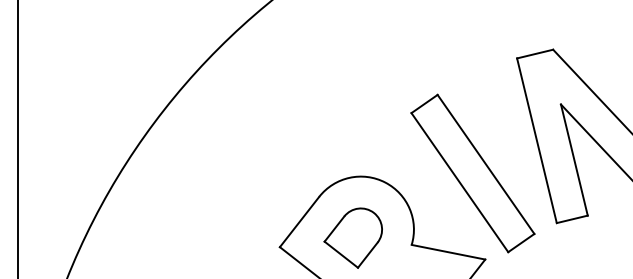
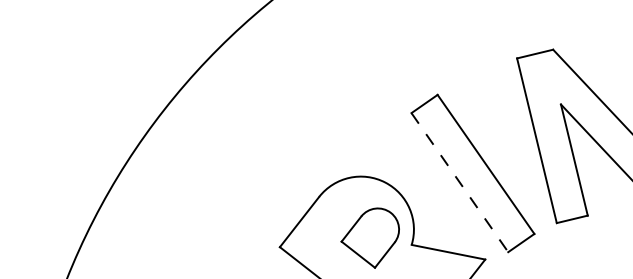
line at (18, 138): present -> none
line at (459, 182): solid -> dashed
part at (352, 237) position: (352, 237) -> (369, 237)
